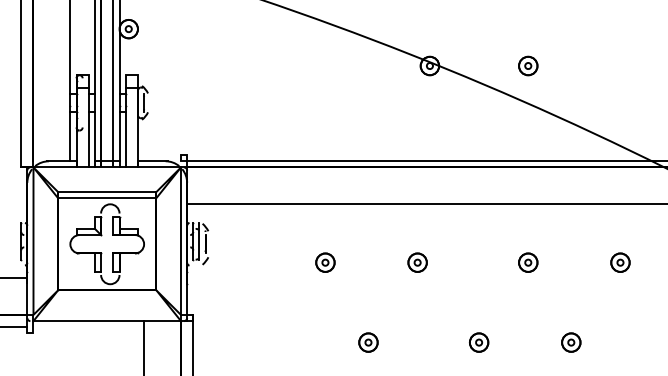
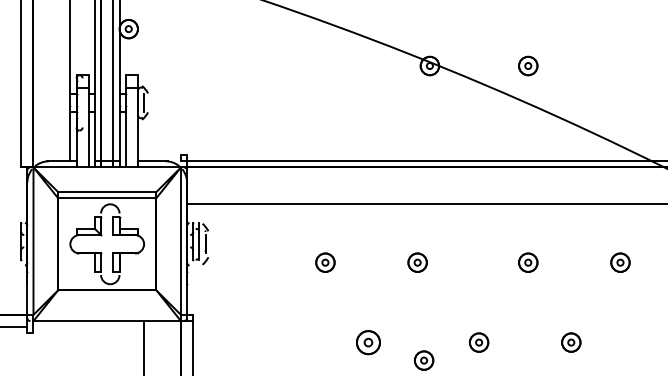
line at (14, 278): present -> none
part at (368, 342) size: 21x21 px -> 25x26 px
part at (424, 360): none -> present
